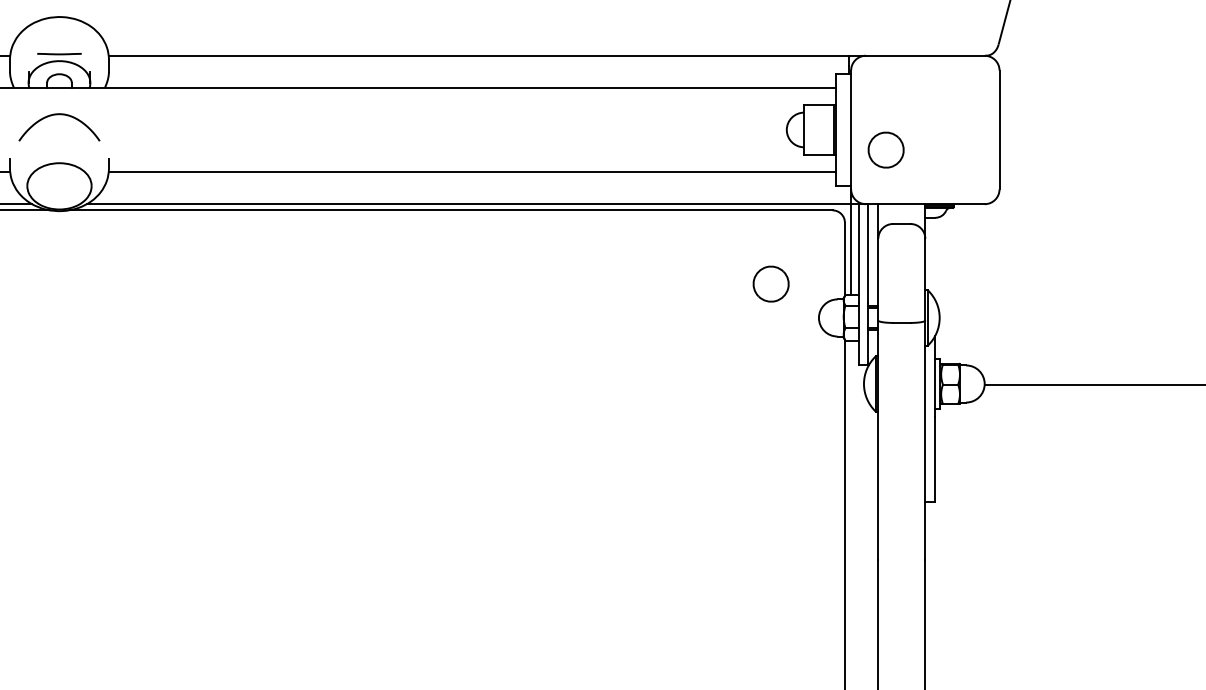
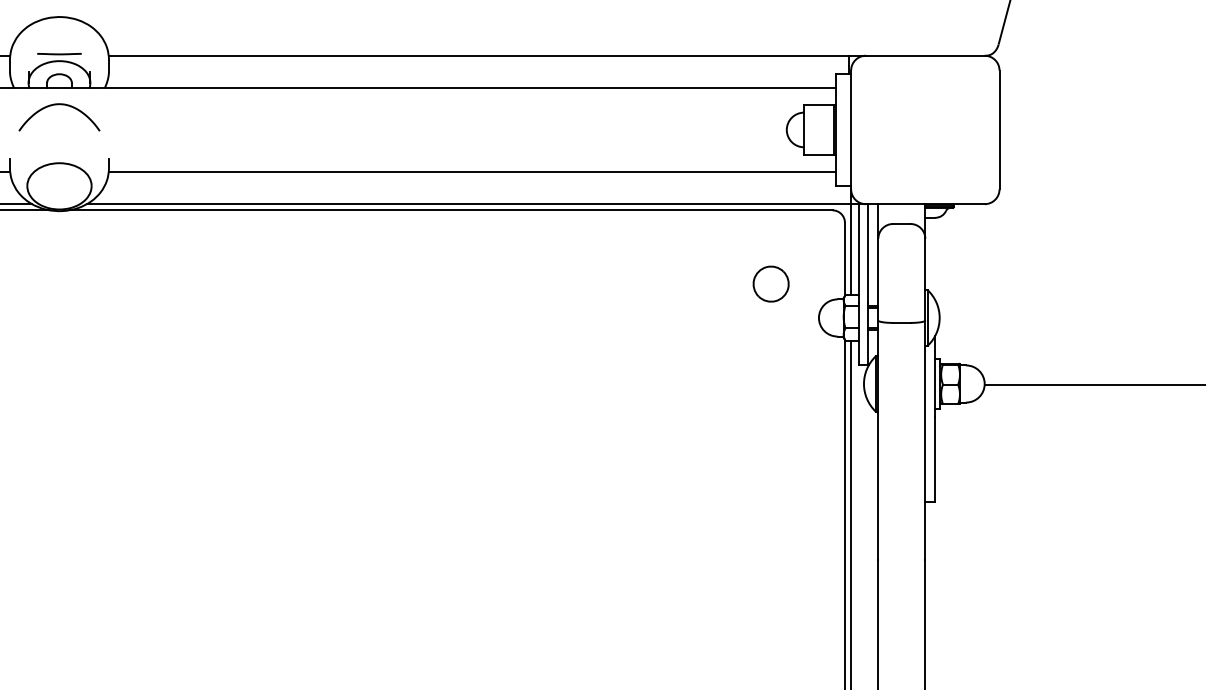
curve at (59, 115) position: (59, 115) -> (59, 105)
part at (885, 149): present -> none
line at (851, 513): none -> present
